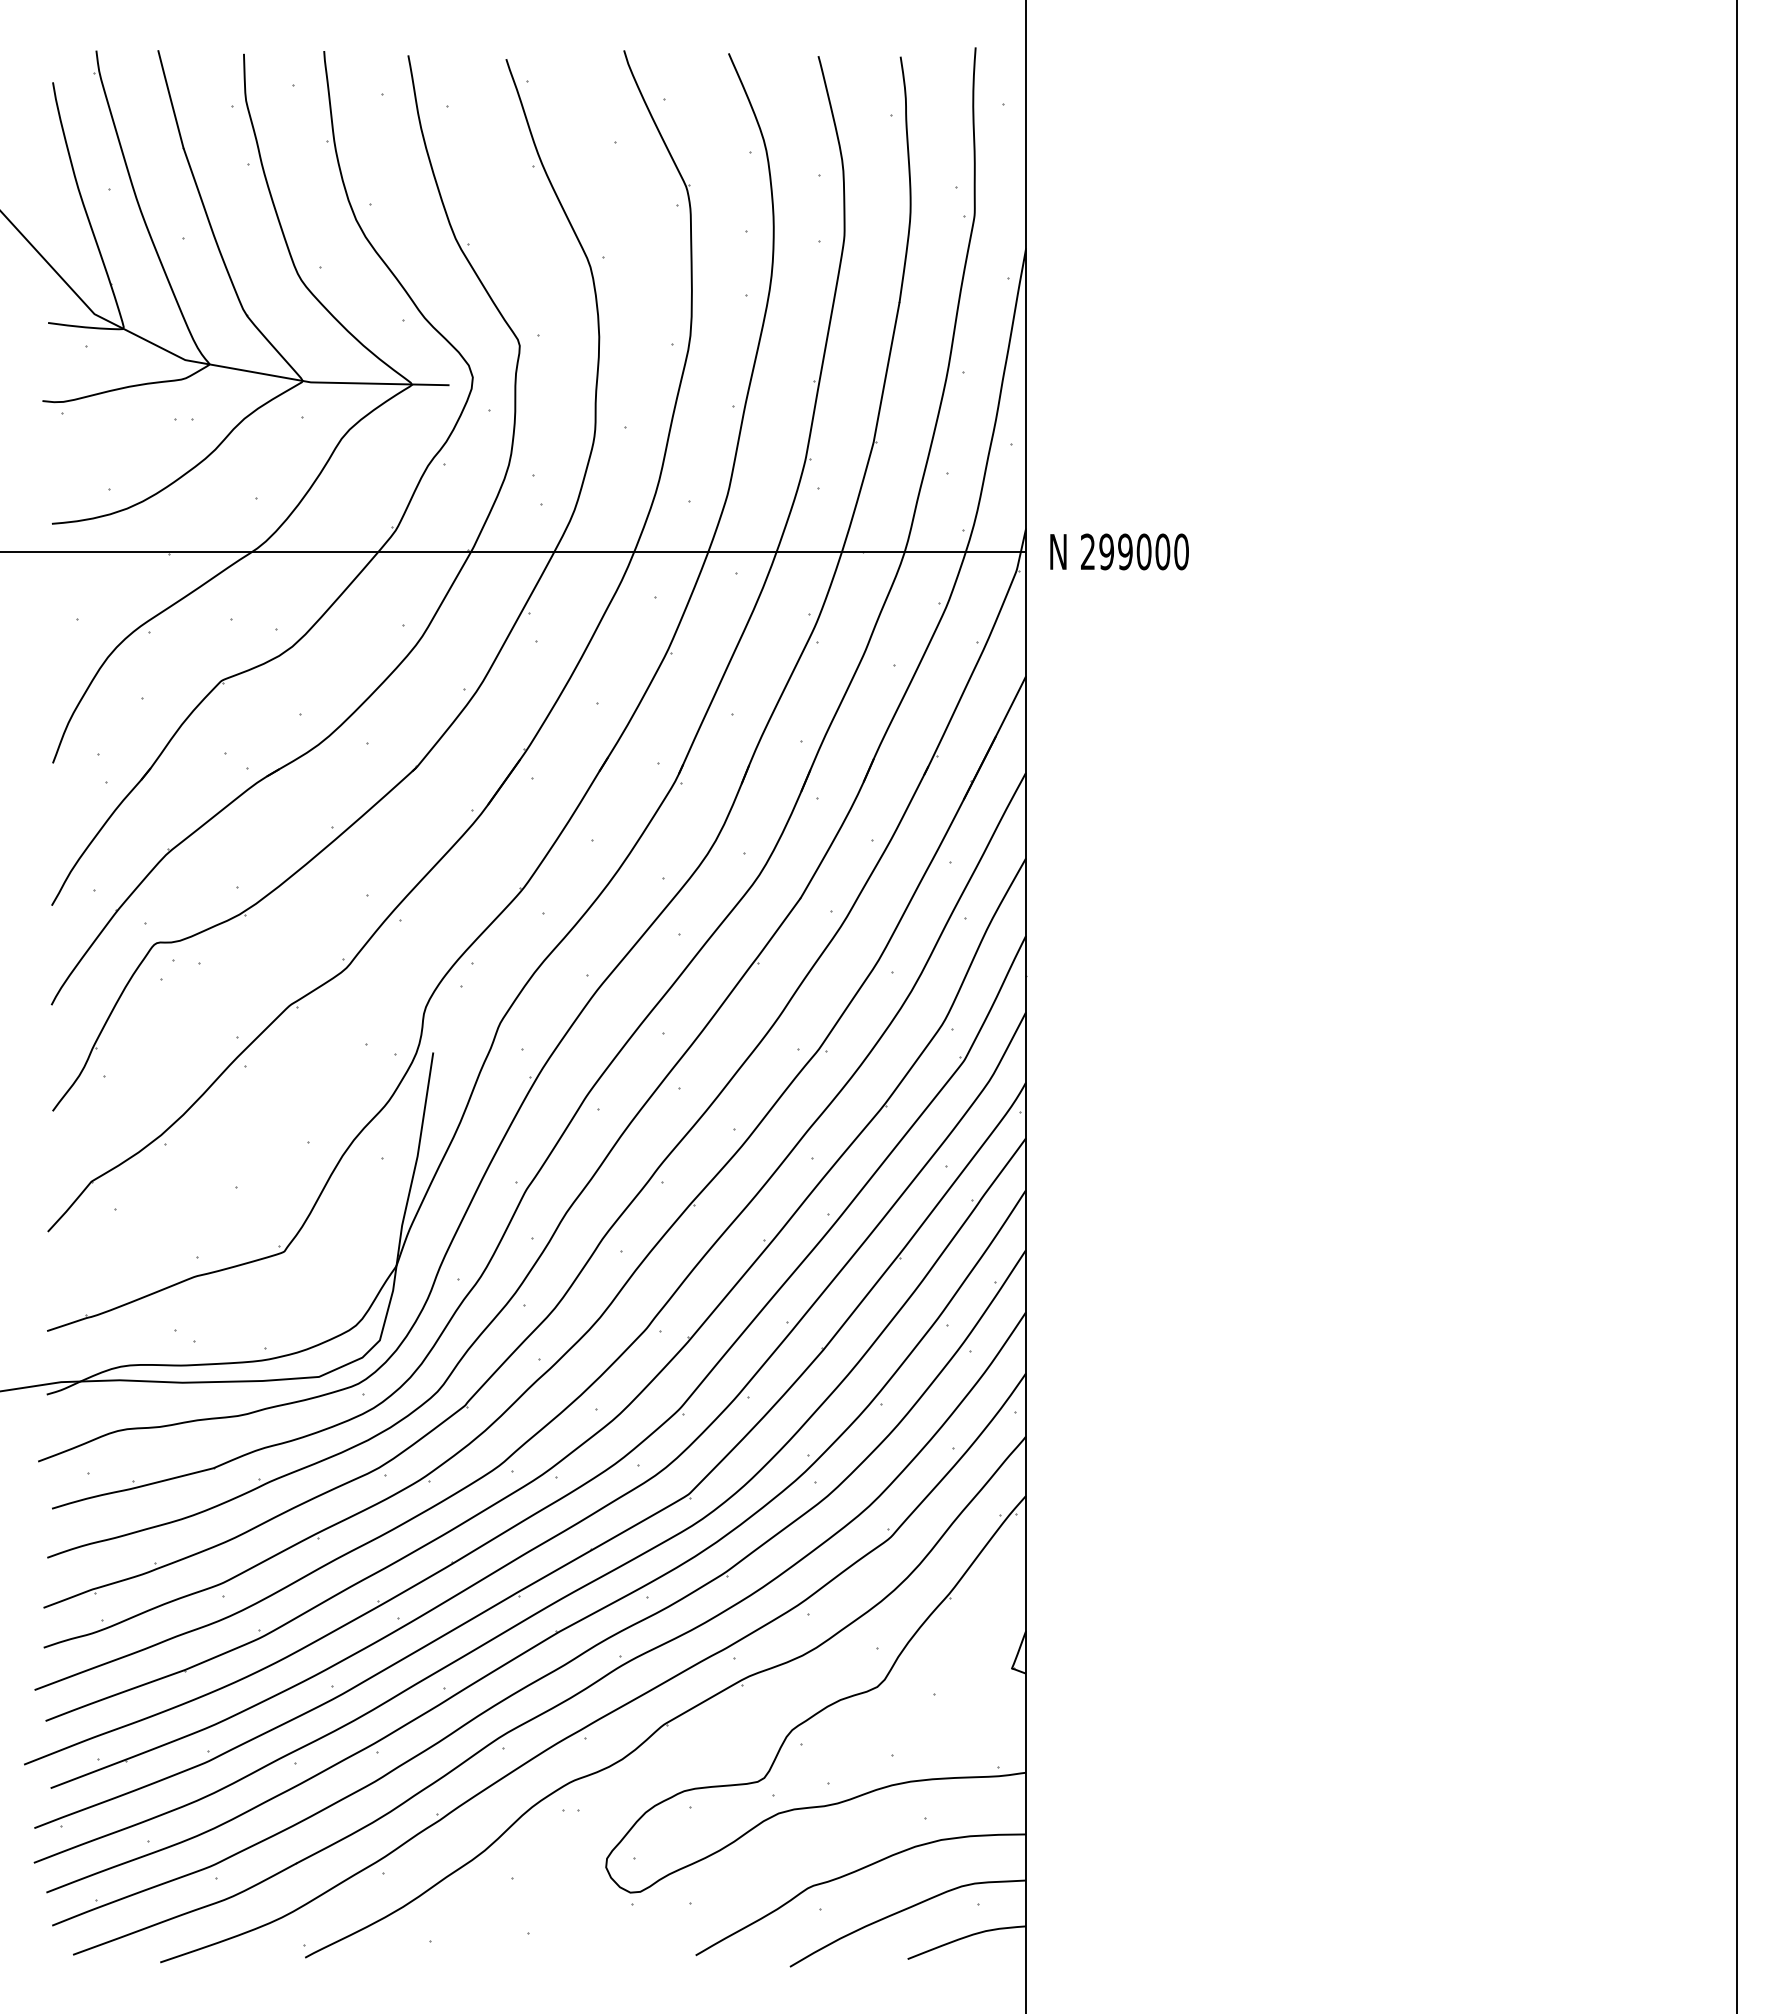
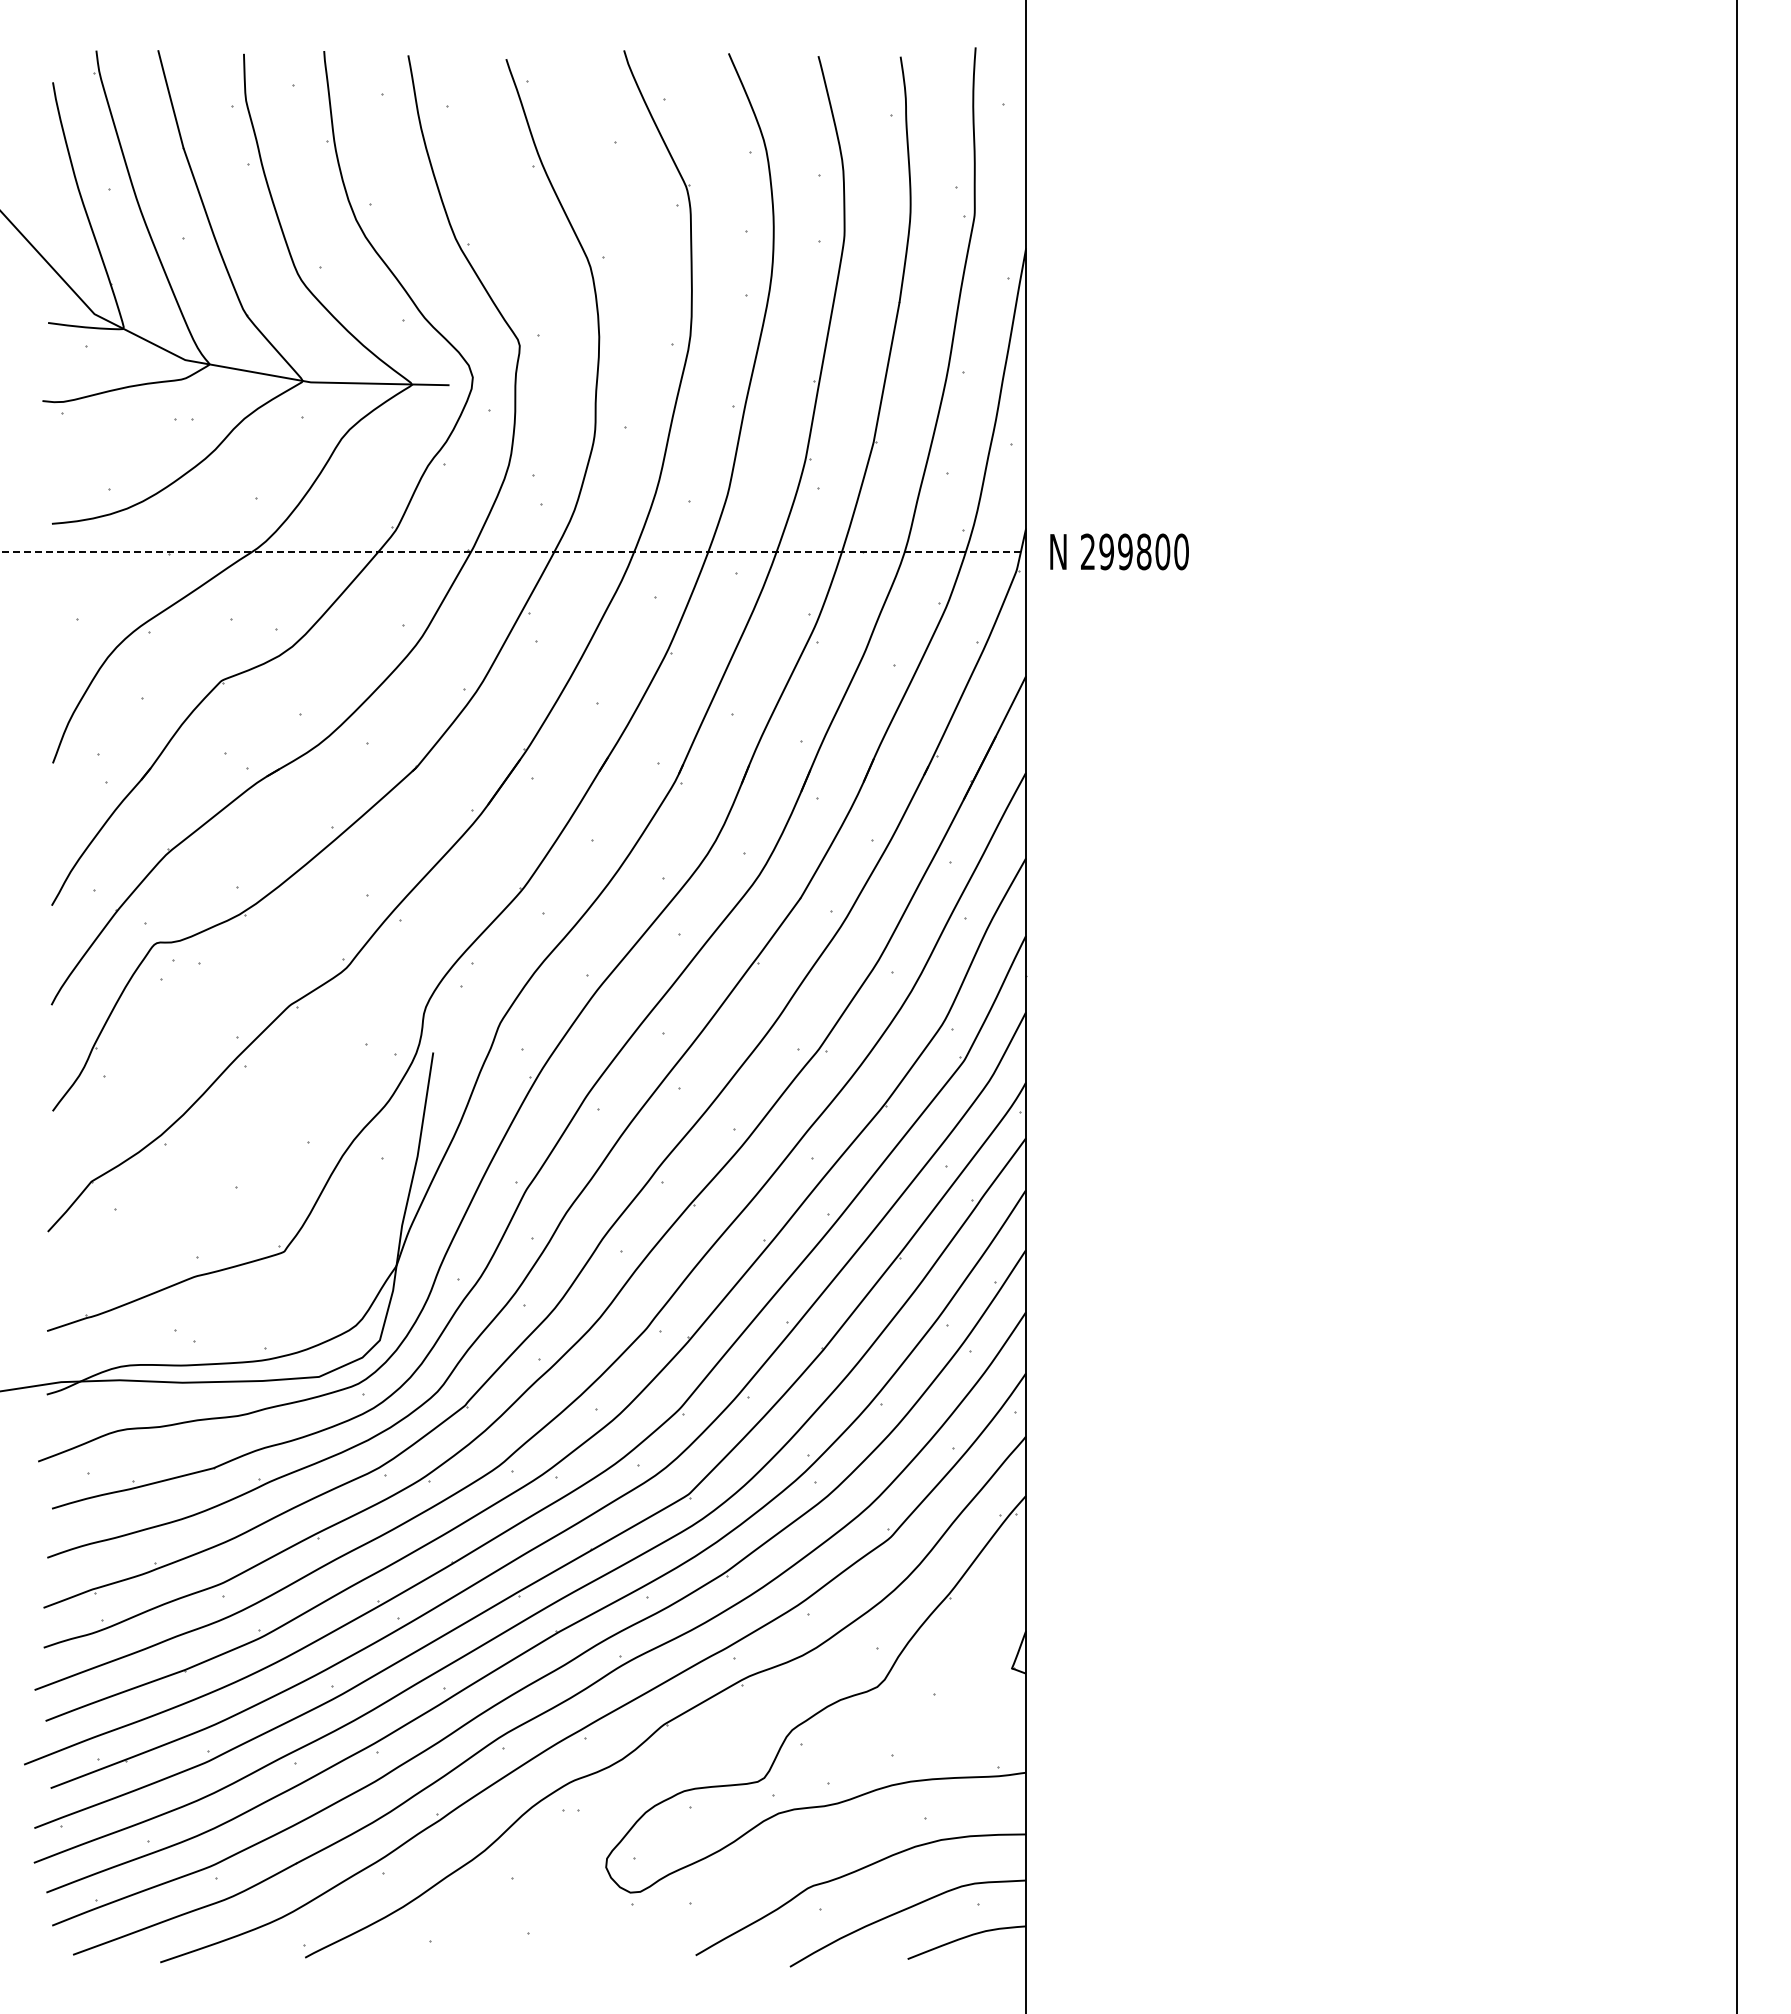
line at (513, 551): solid -> dashed
text at (1143, 551): 299000 -> 299800
